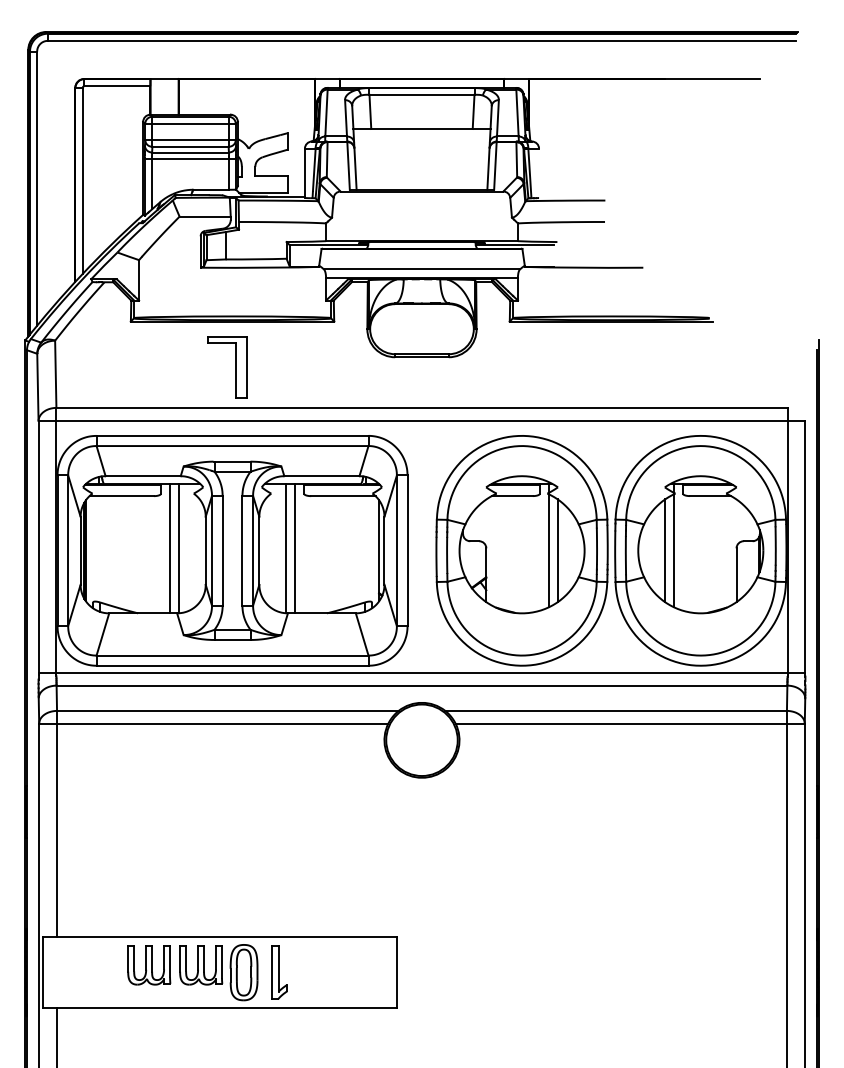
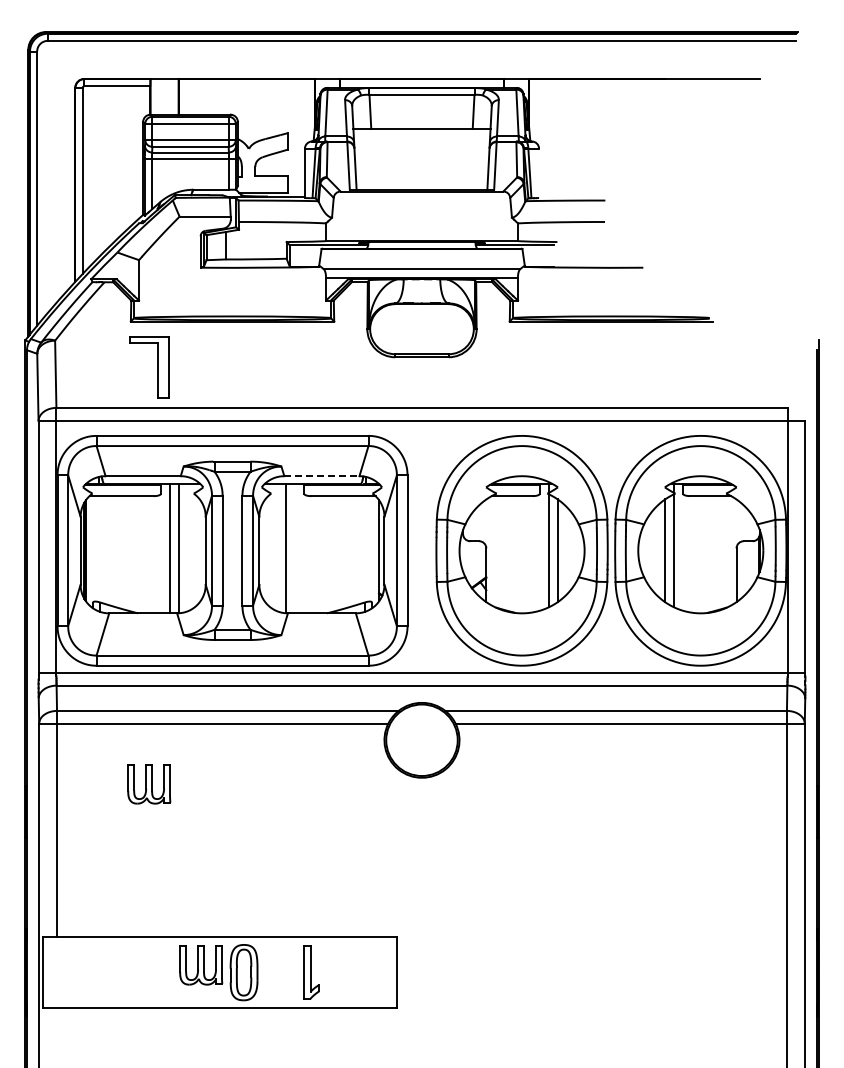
part at (235, 367) position: (235, 367) -> (157, 367)
line at (321, 476): solid -> dashed
line at (295, 548): present -> none
part at (149, 965) position: (149, 965) -> (149, 784)
part at (279, 972) position: (279, 972) -> (311, 972)
line at (57, 1036): present -> none
